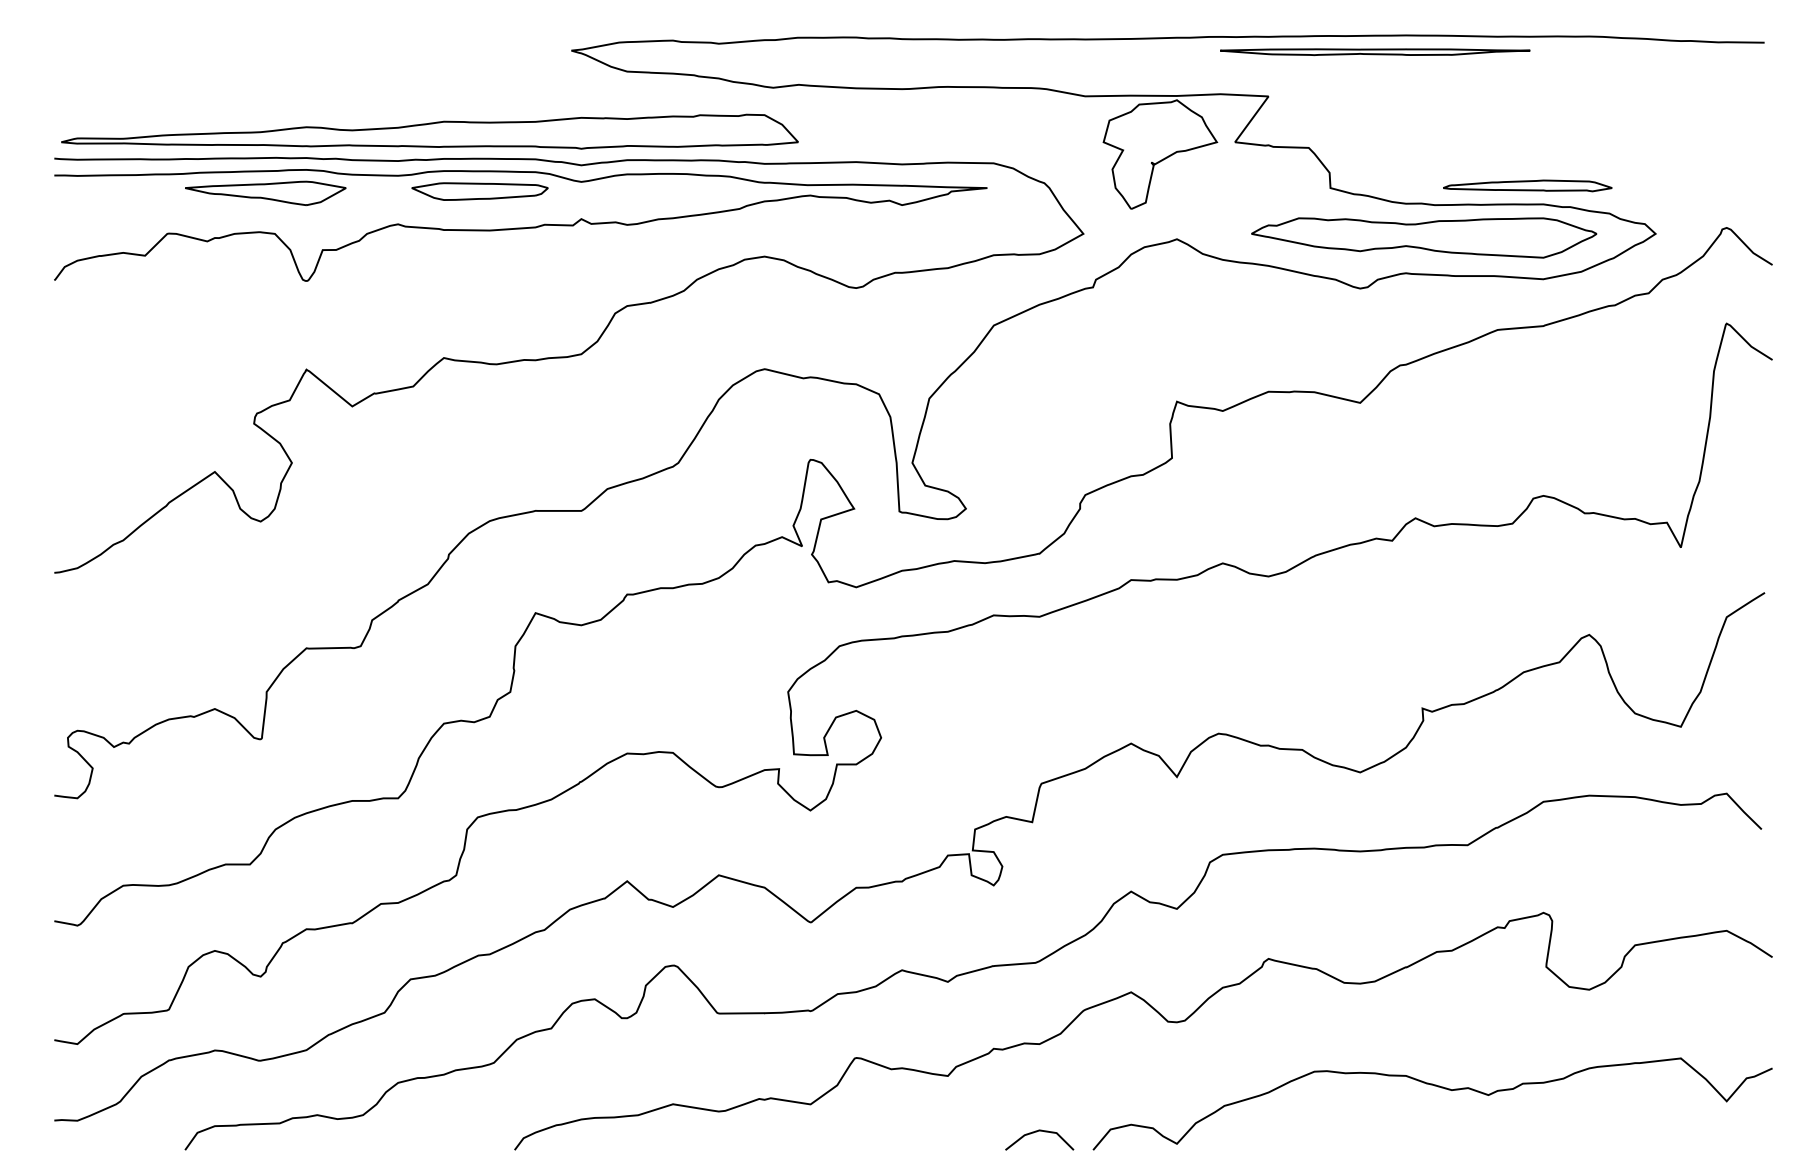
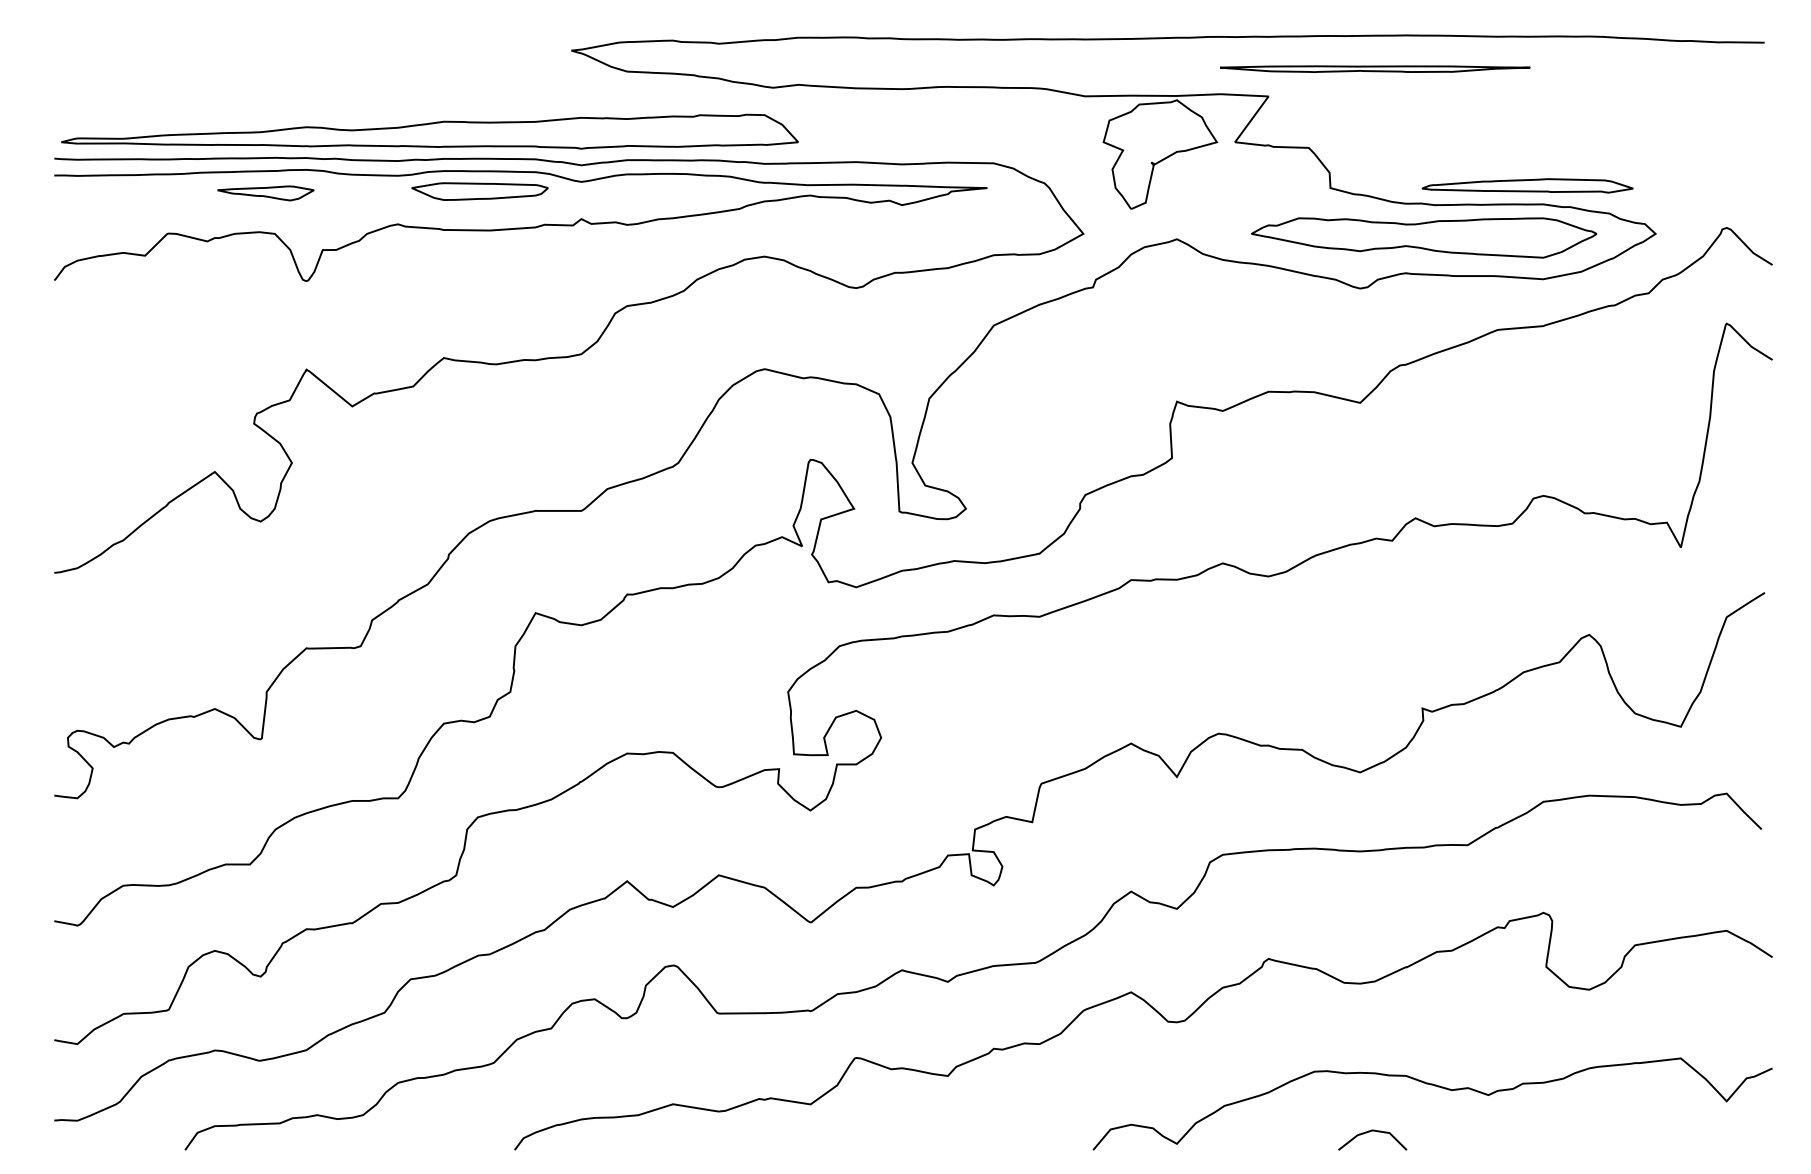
part at (1375, 51) position: (1375, 51) -> (1375, 68)
part at (1527, 185) size: 170x14 px -> 213x16 px
part at (265, 193) size: 162x27 px -> 98x17 px
line at (1036, 1132) position: (1036, 1132) -> (1369, 1132)
